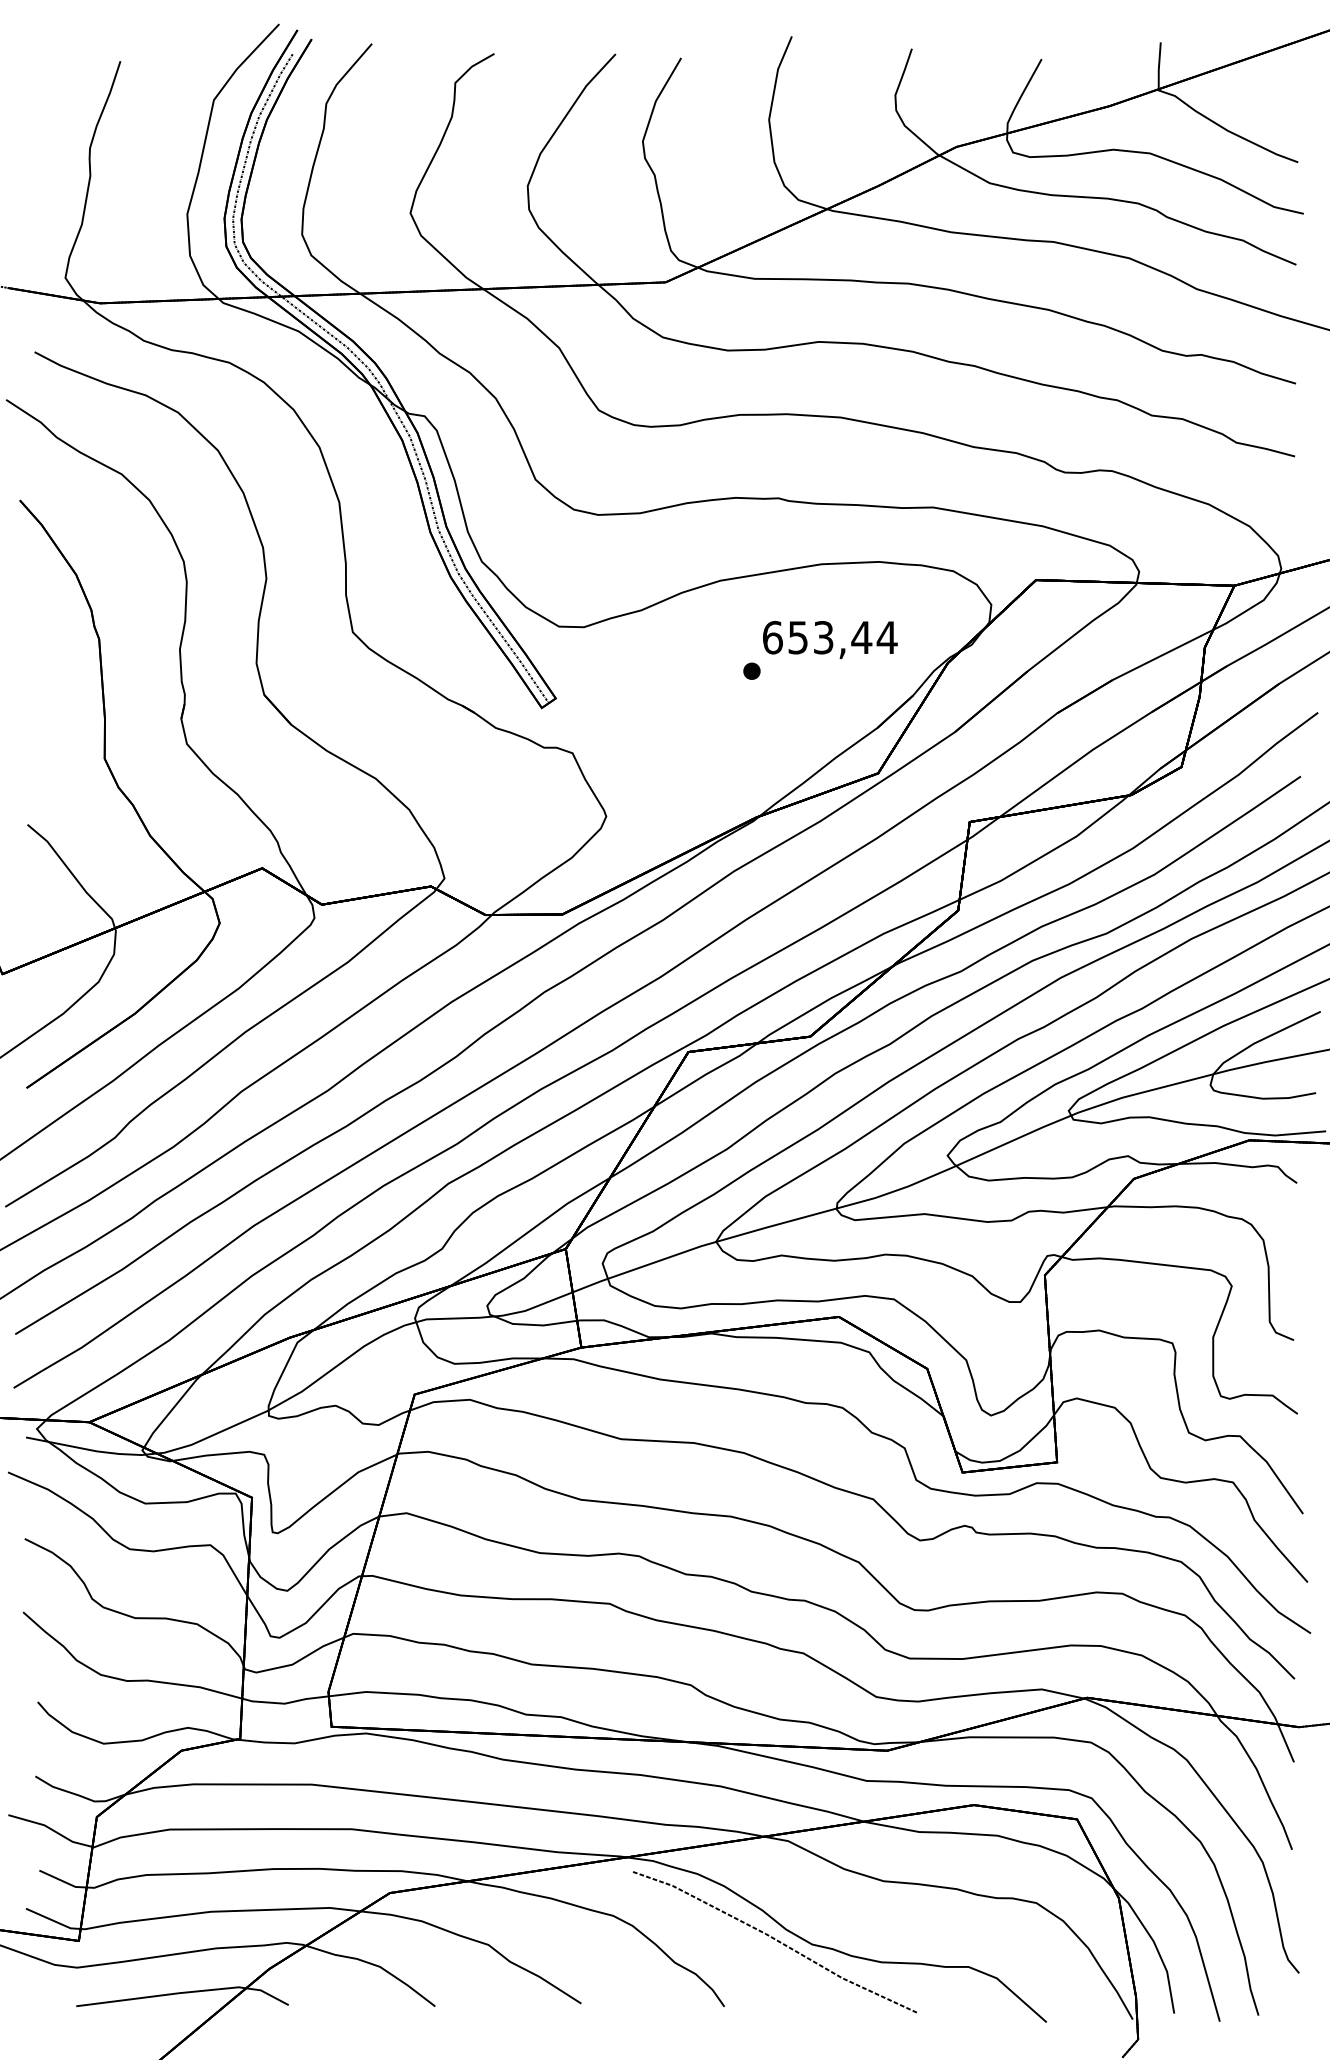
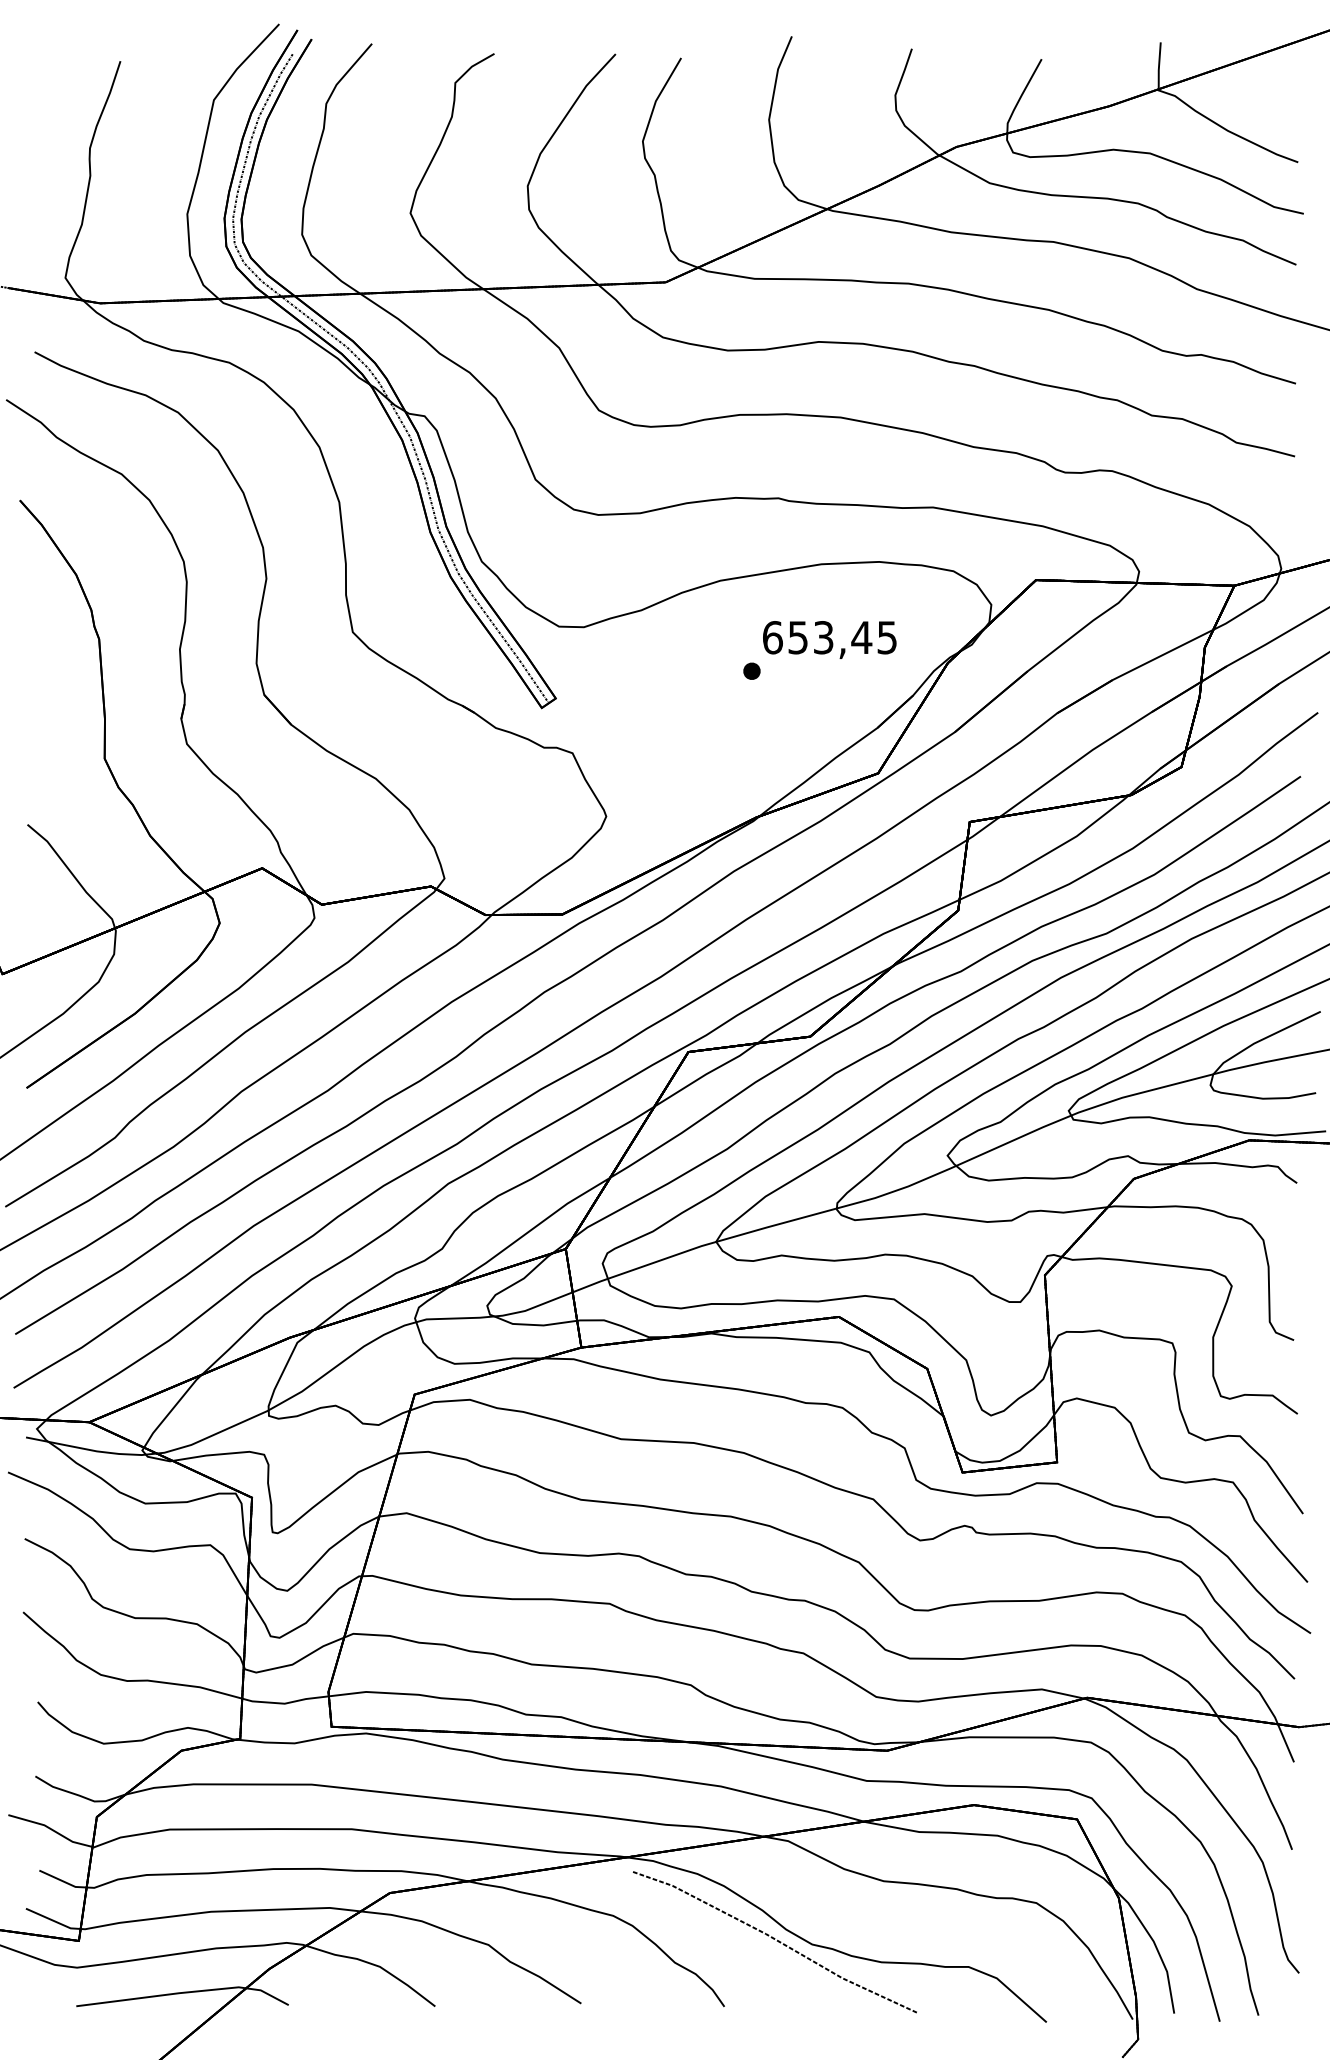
text at (886, 637): 653,44 -> 653,45
